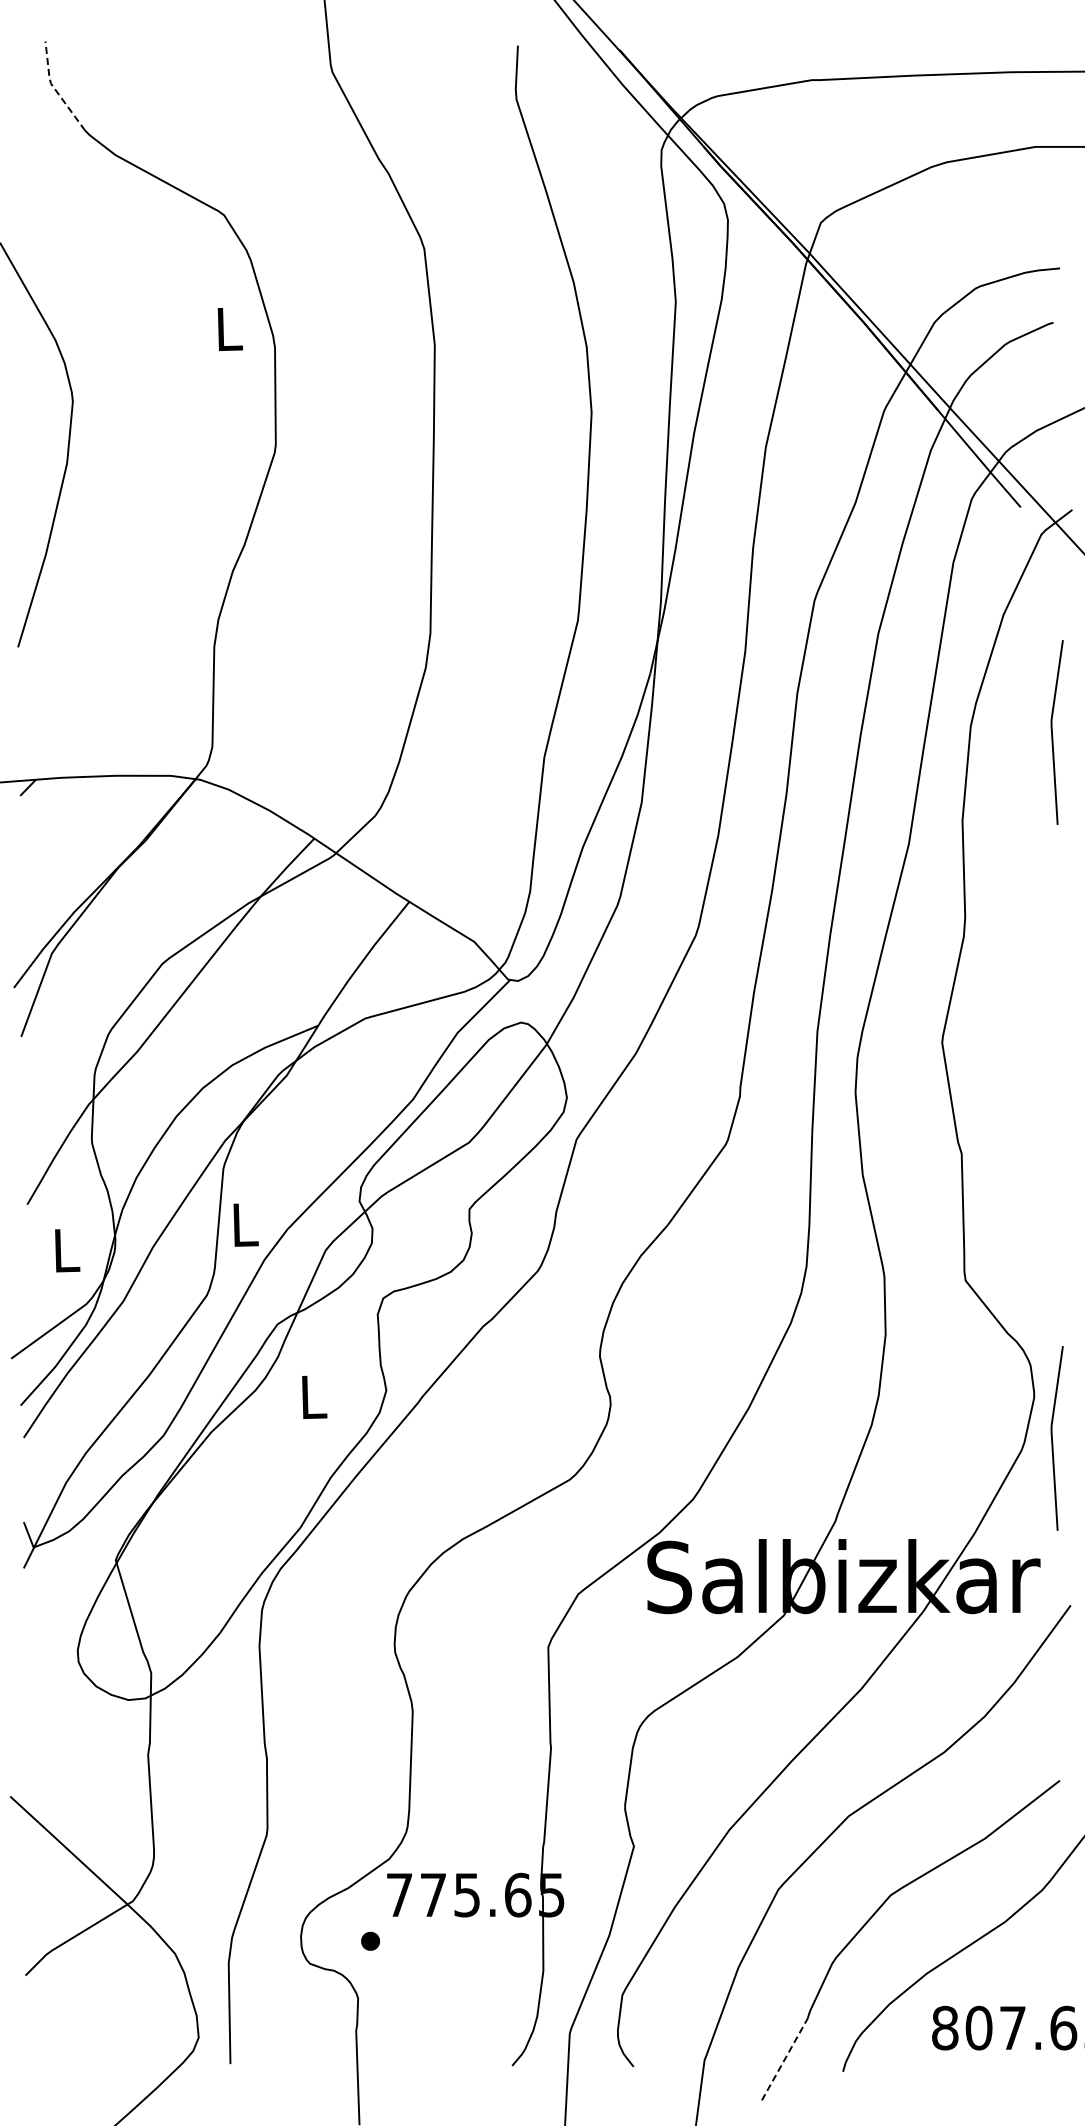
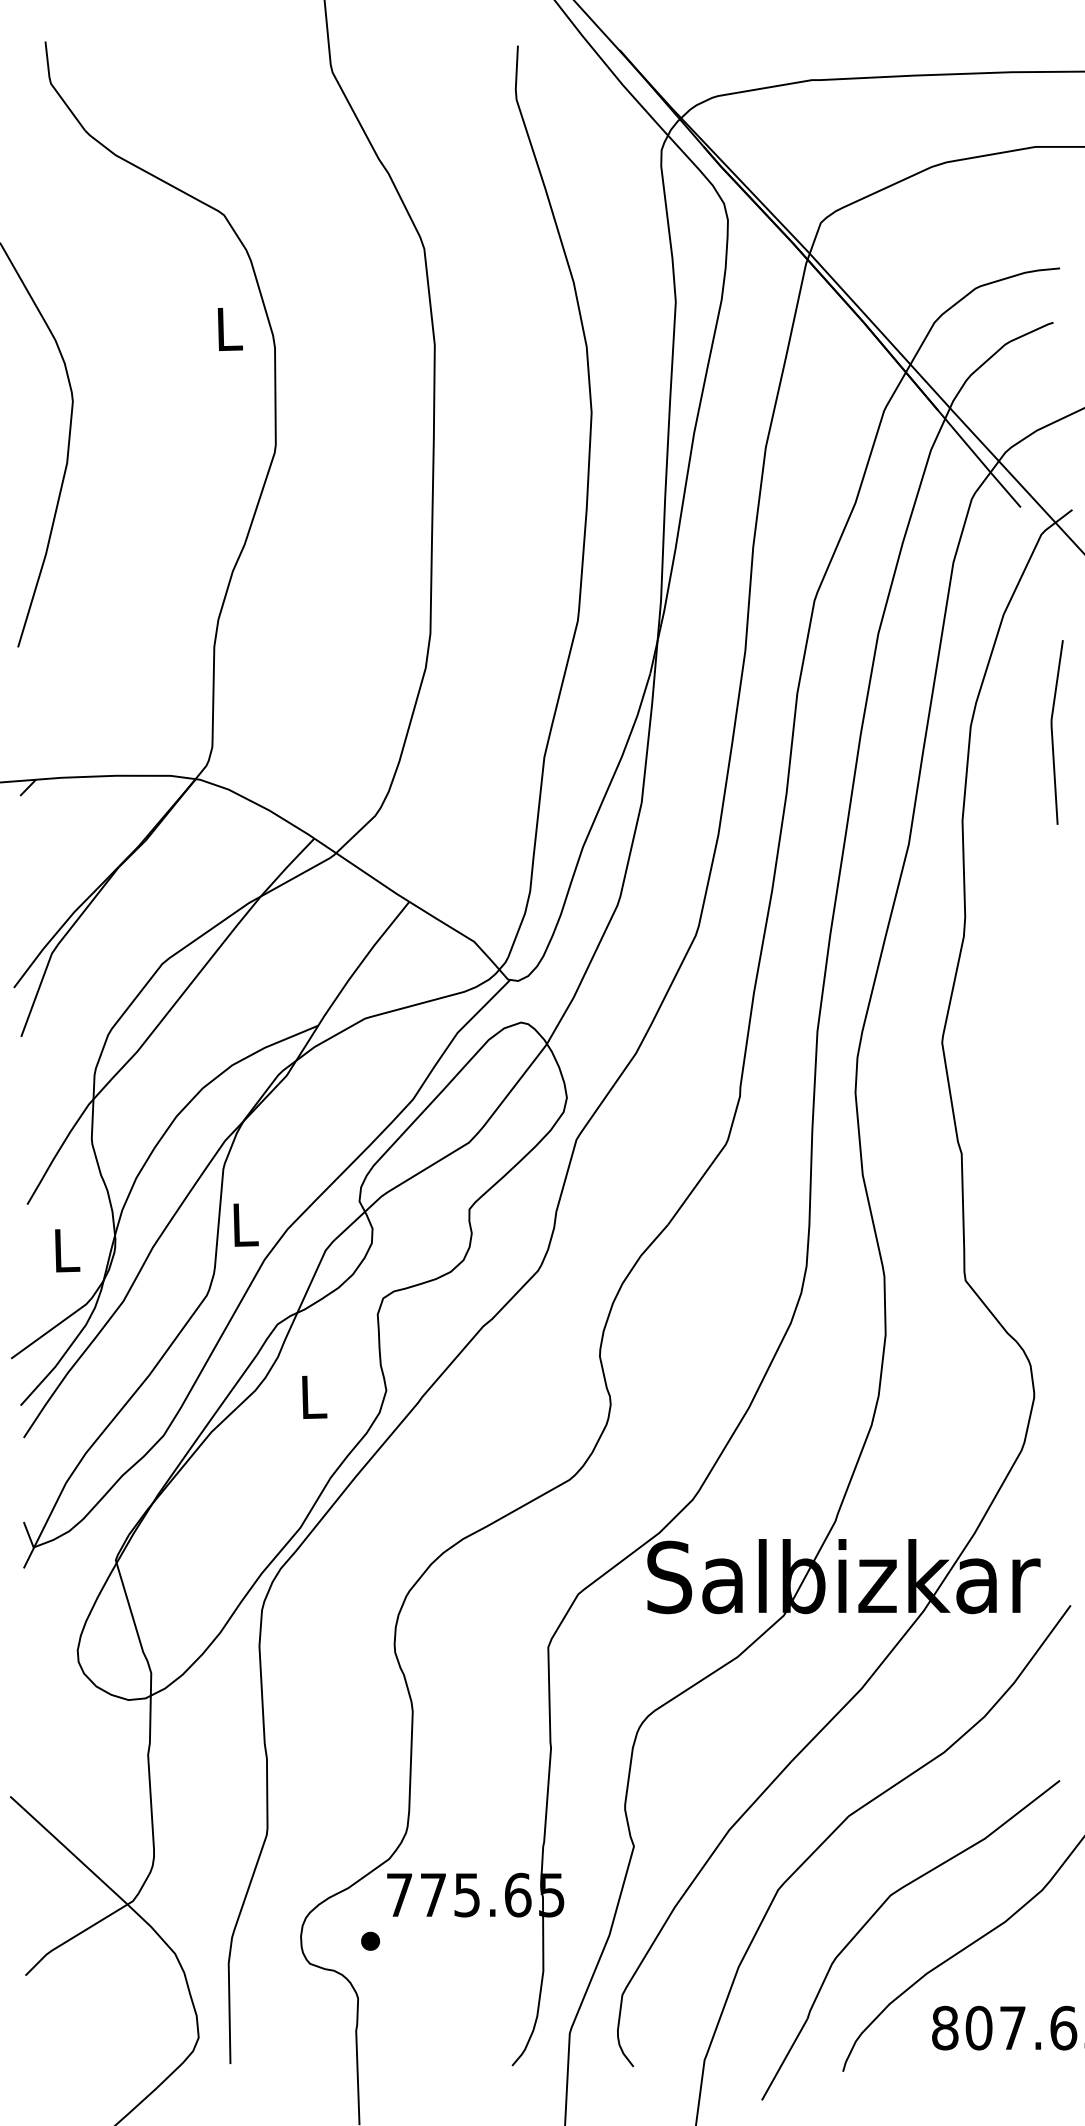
line at (54, 88): dashed -> solid
line at (1052, 1438): present -> none
line at (784, 2059): dashed -> solid
